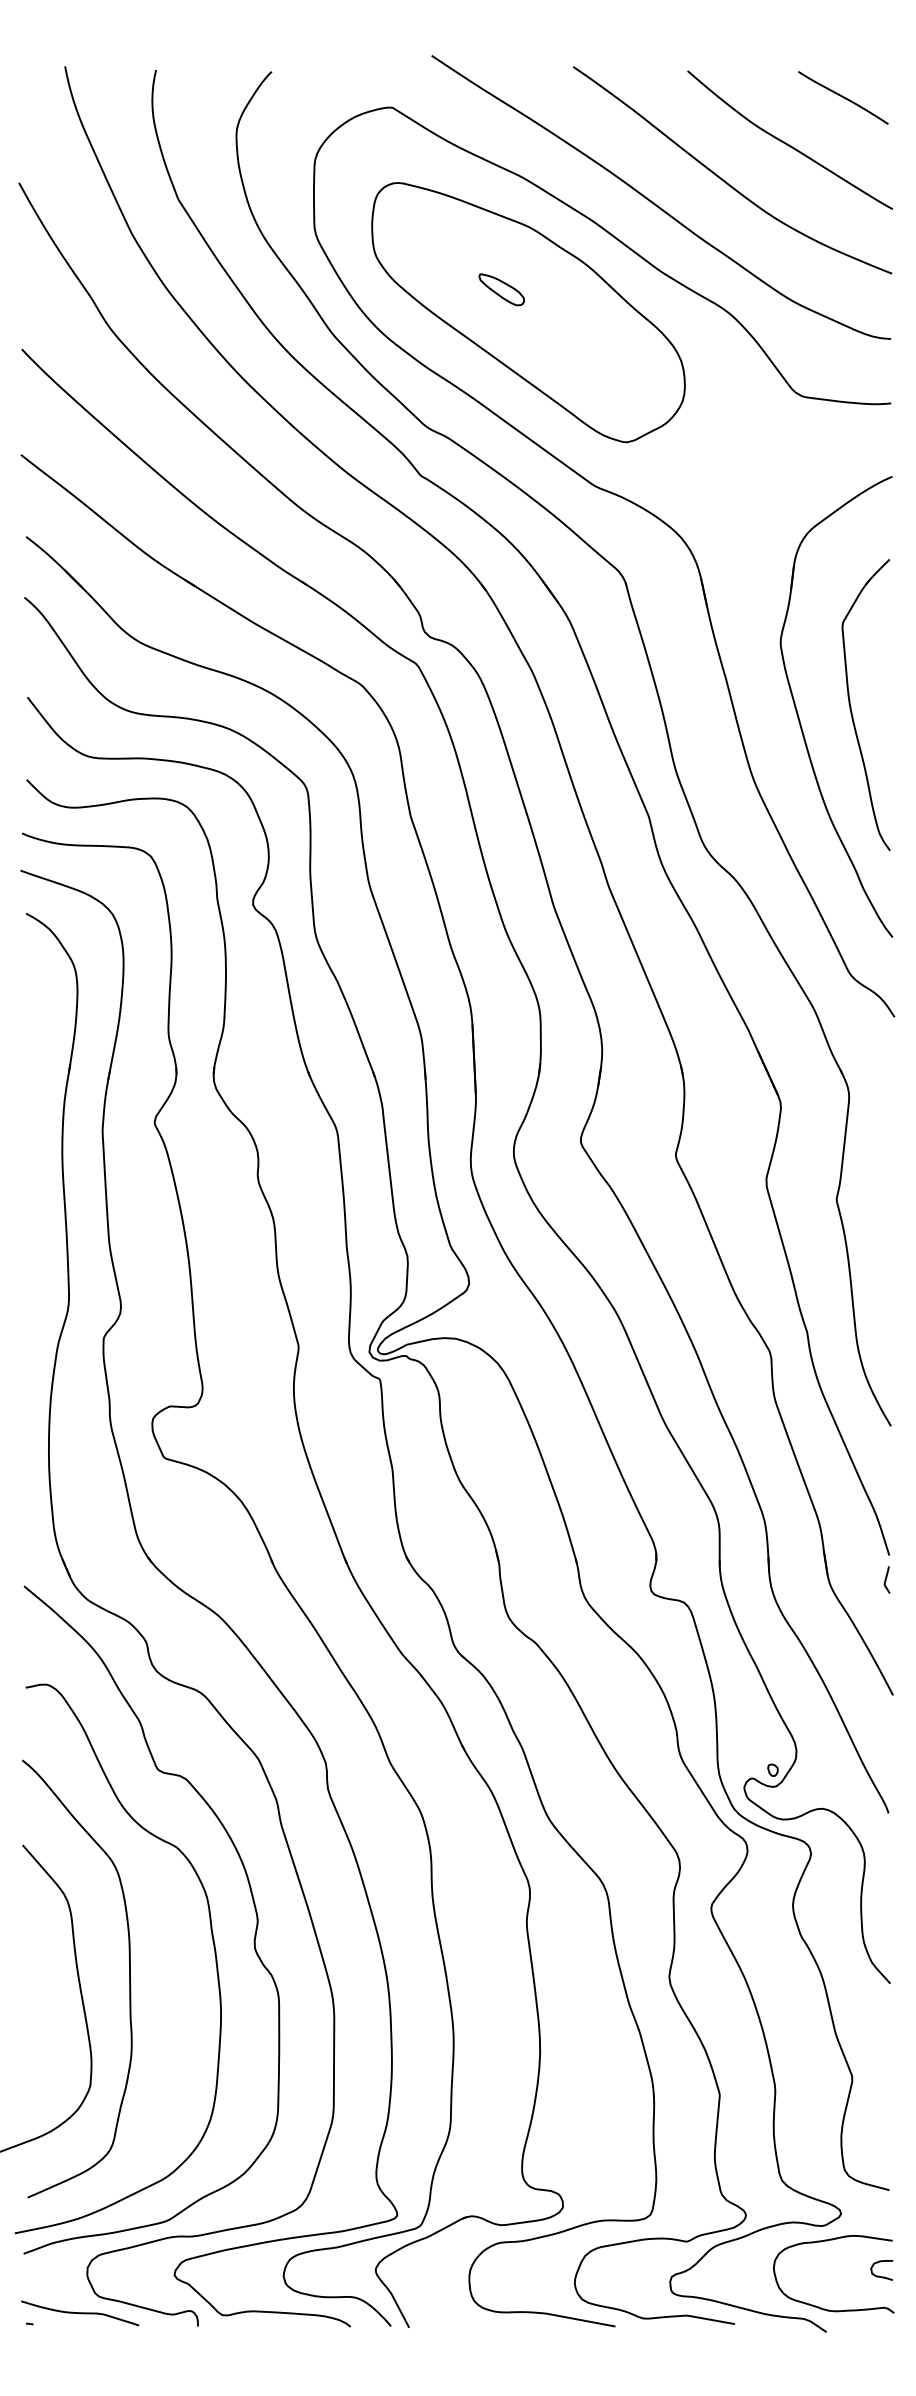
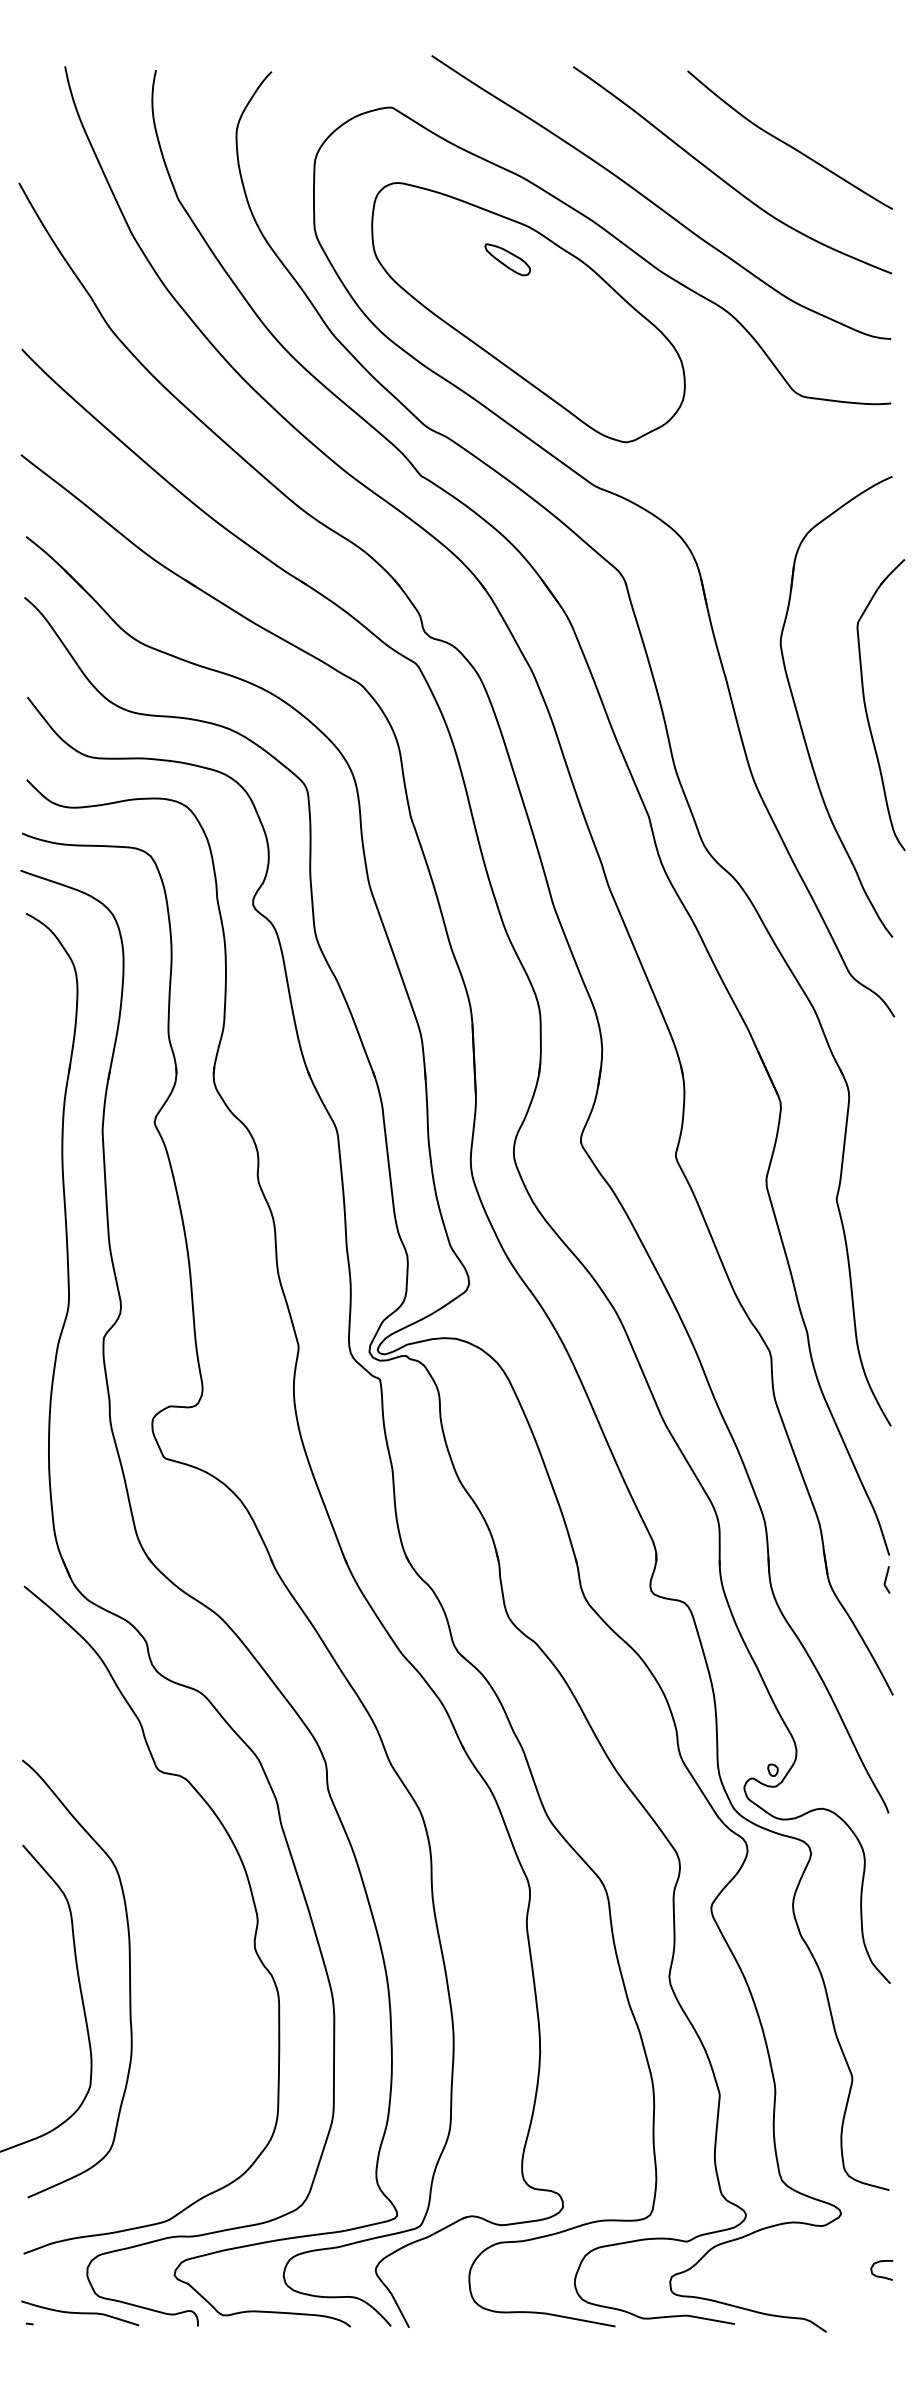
curve at (843, 97): present -> none
part at (501, 289) position: (501, 289) -> (507, 259)
part at (851, 706) position: (851, 706) -> (866, 706)
curve at (212, 1941): present -> none
curve at (827, 2241): present -> none
